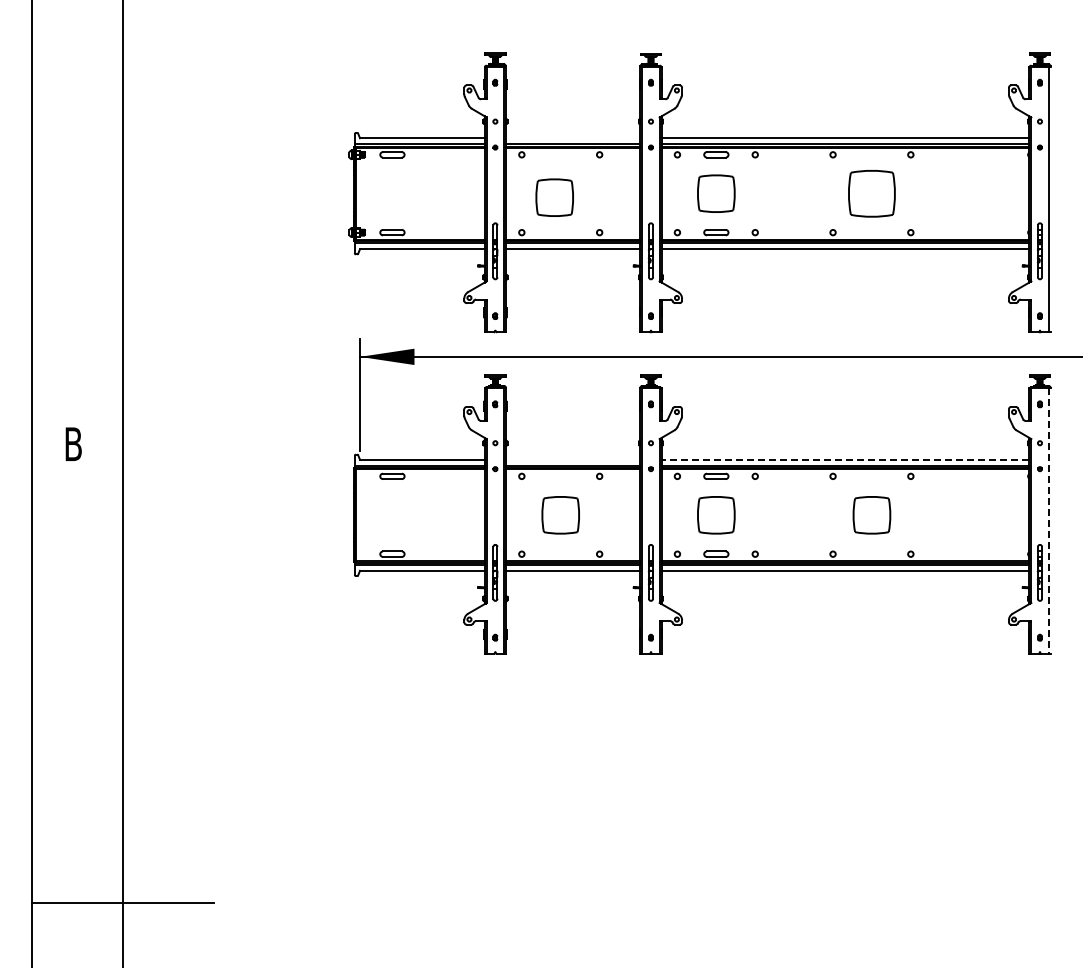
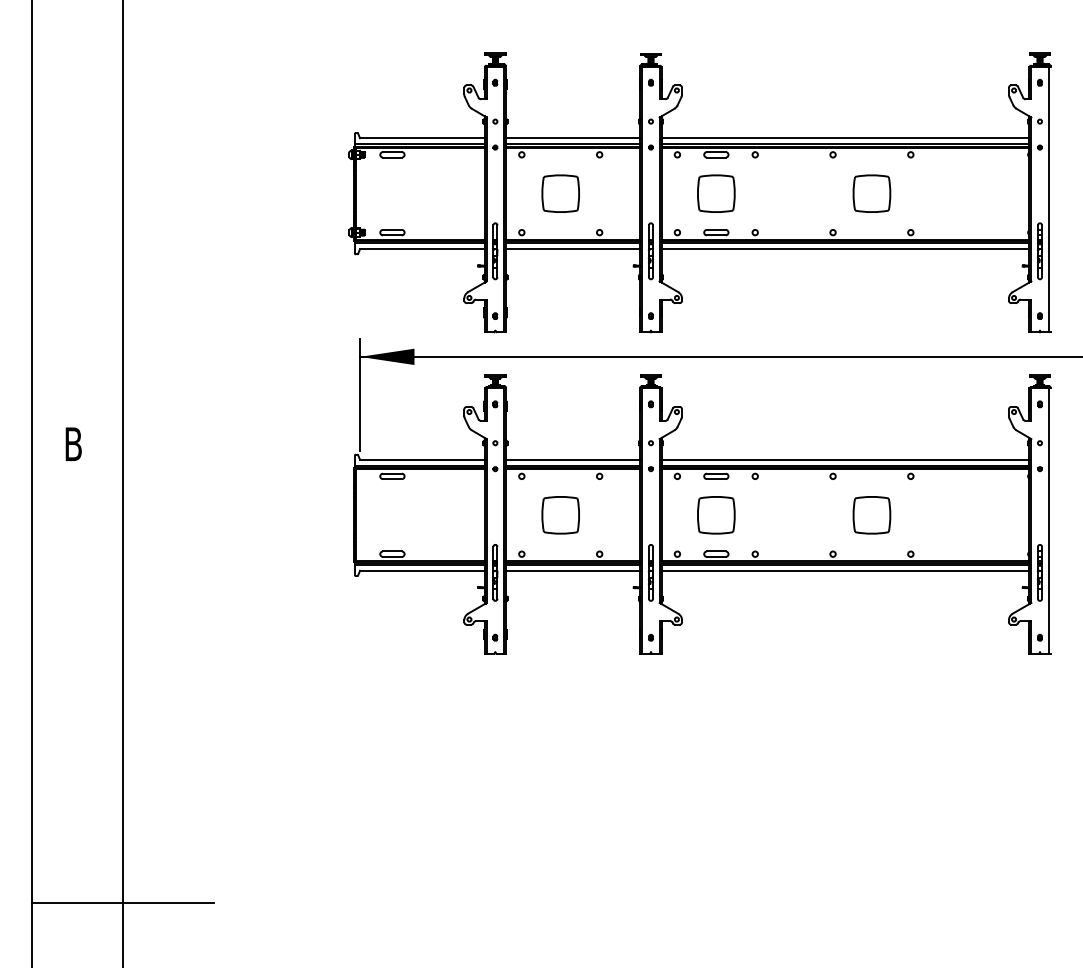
line at (573, 138): none -> present
part at (871, 193) size: 48x48 px -> 40x39 px
part at (554, 197) position: (554, 197) -> (560, 193)
line at (573, 459): none -> present
line at (845, 459): dashed -> solid
line at (1048, 521): dashed -> solid
